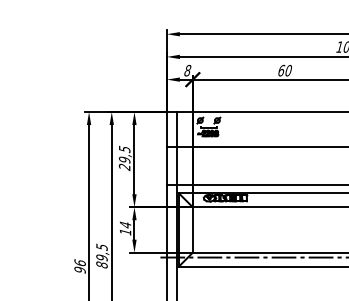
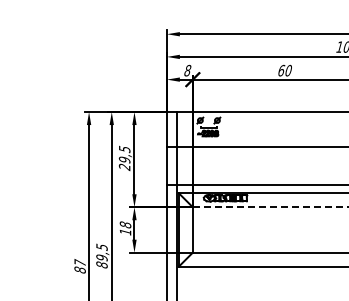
line at (270, 207): solid -> dashed
text at (125, 224): 14 -> 18
line at (252, 257): present -> none
text at (79, 266): 96 -> 87
